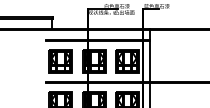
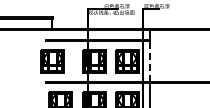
part at (60, 61) position: (60, 61) -> (52, 61)
line at (149, 61): solid -> dashed
